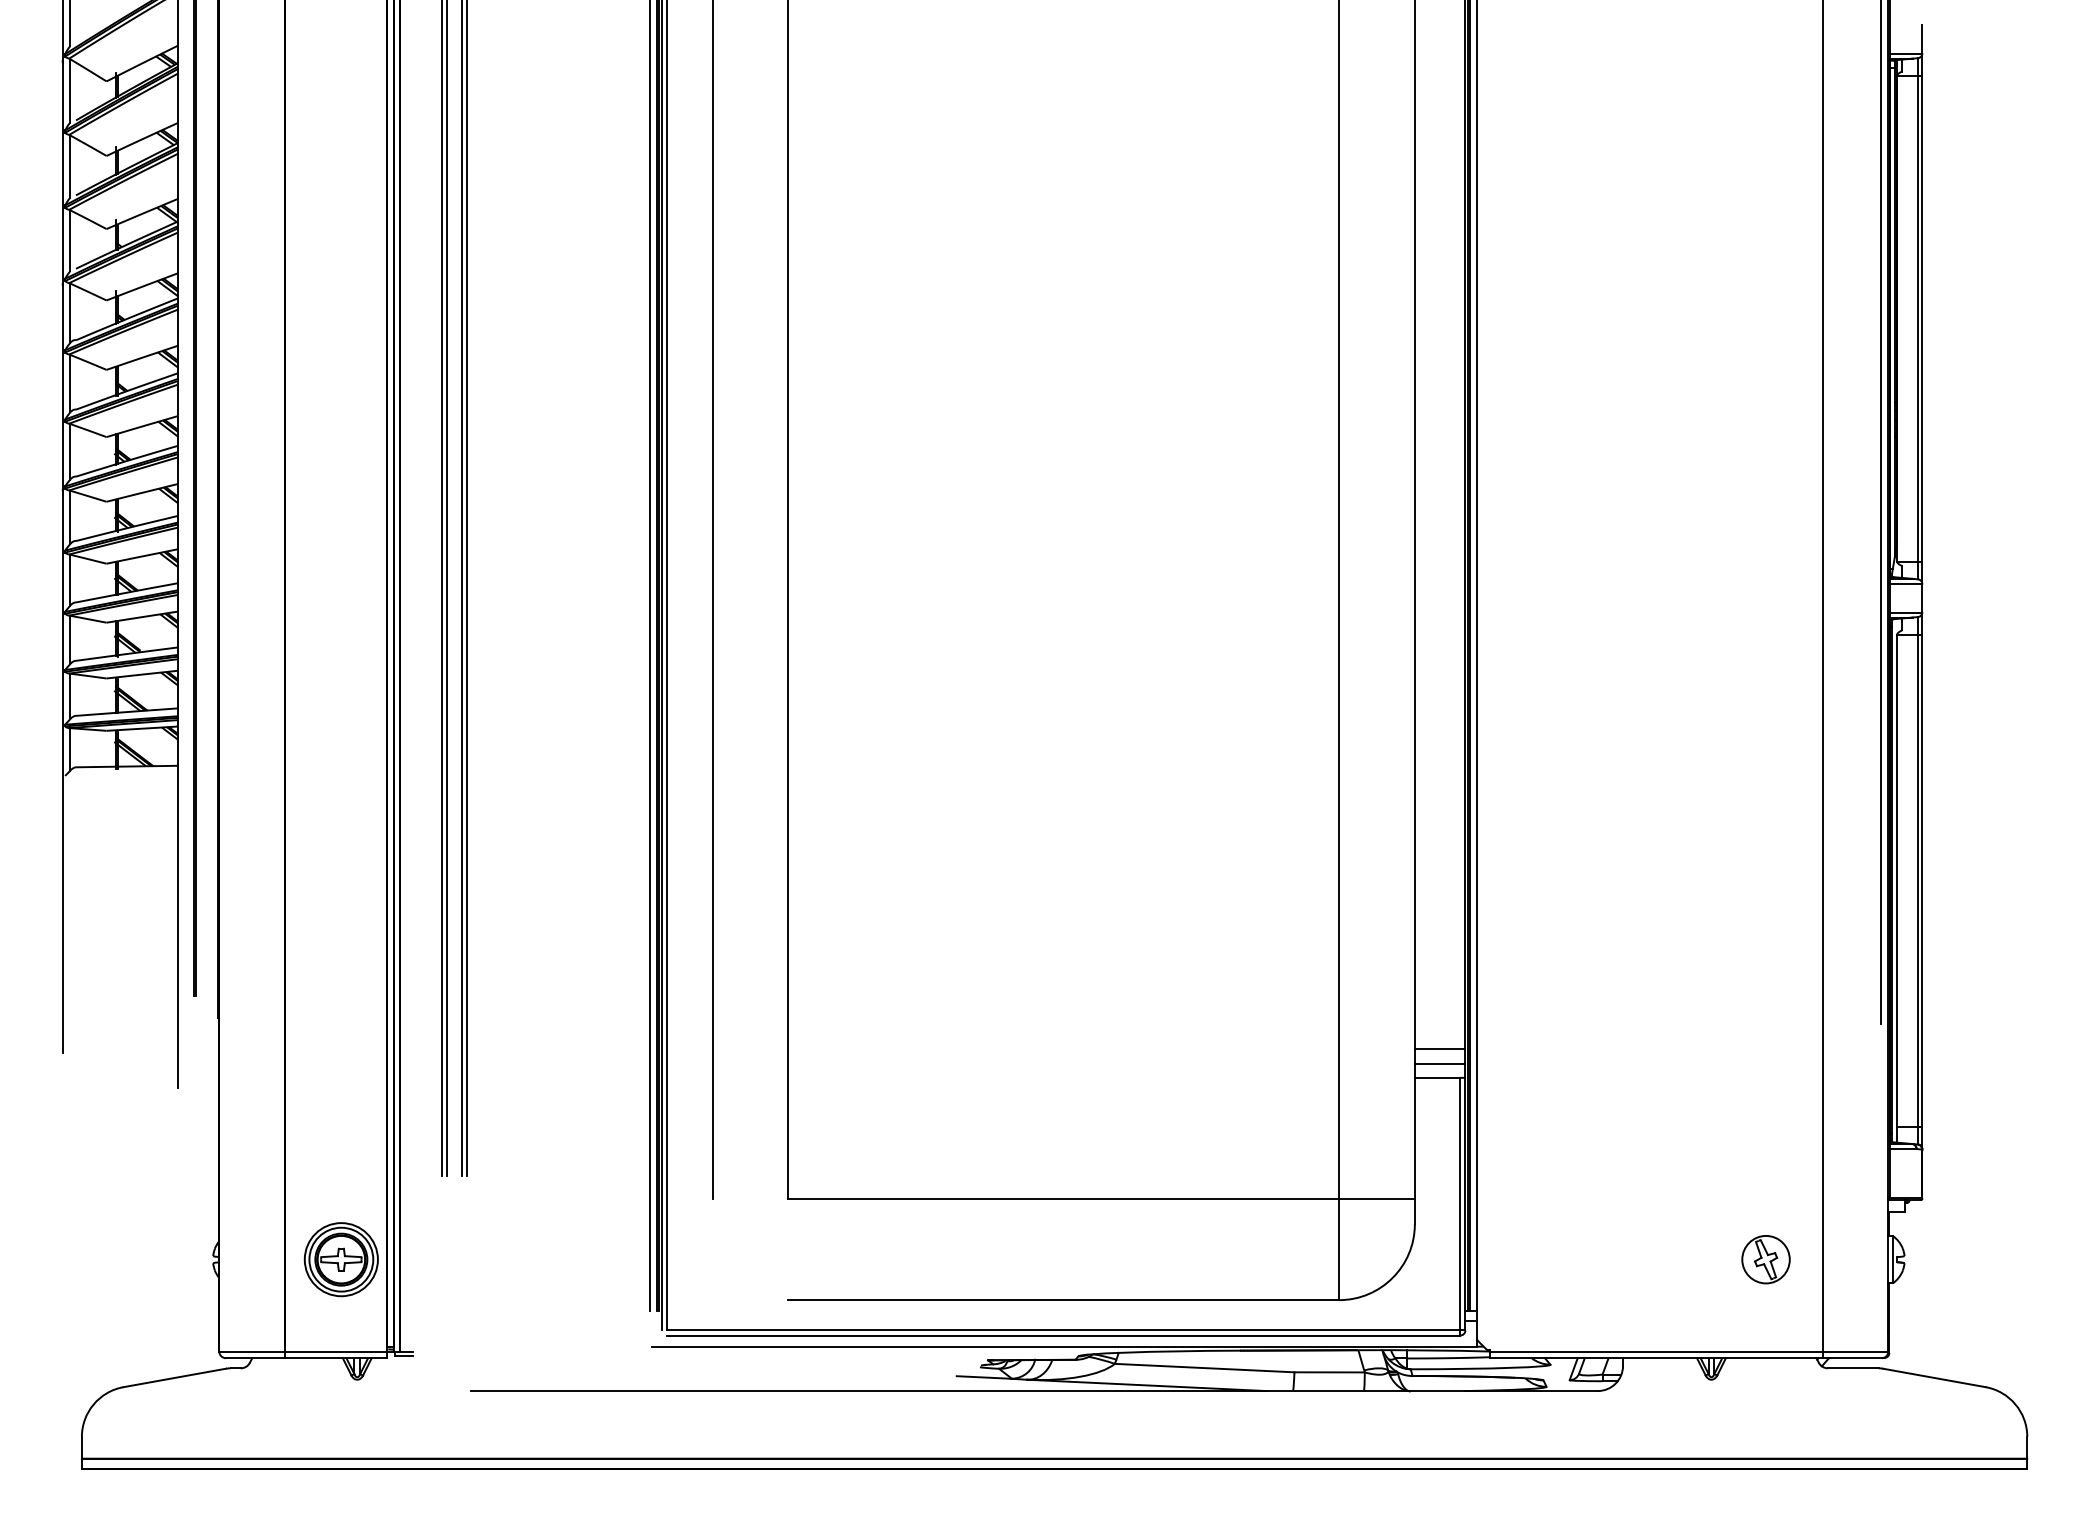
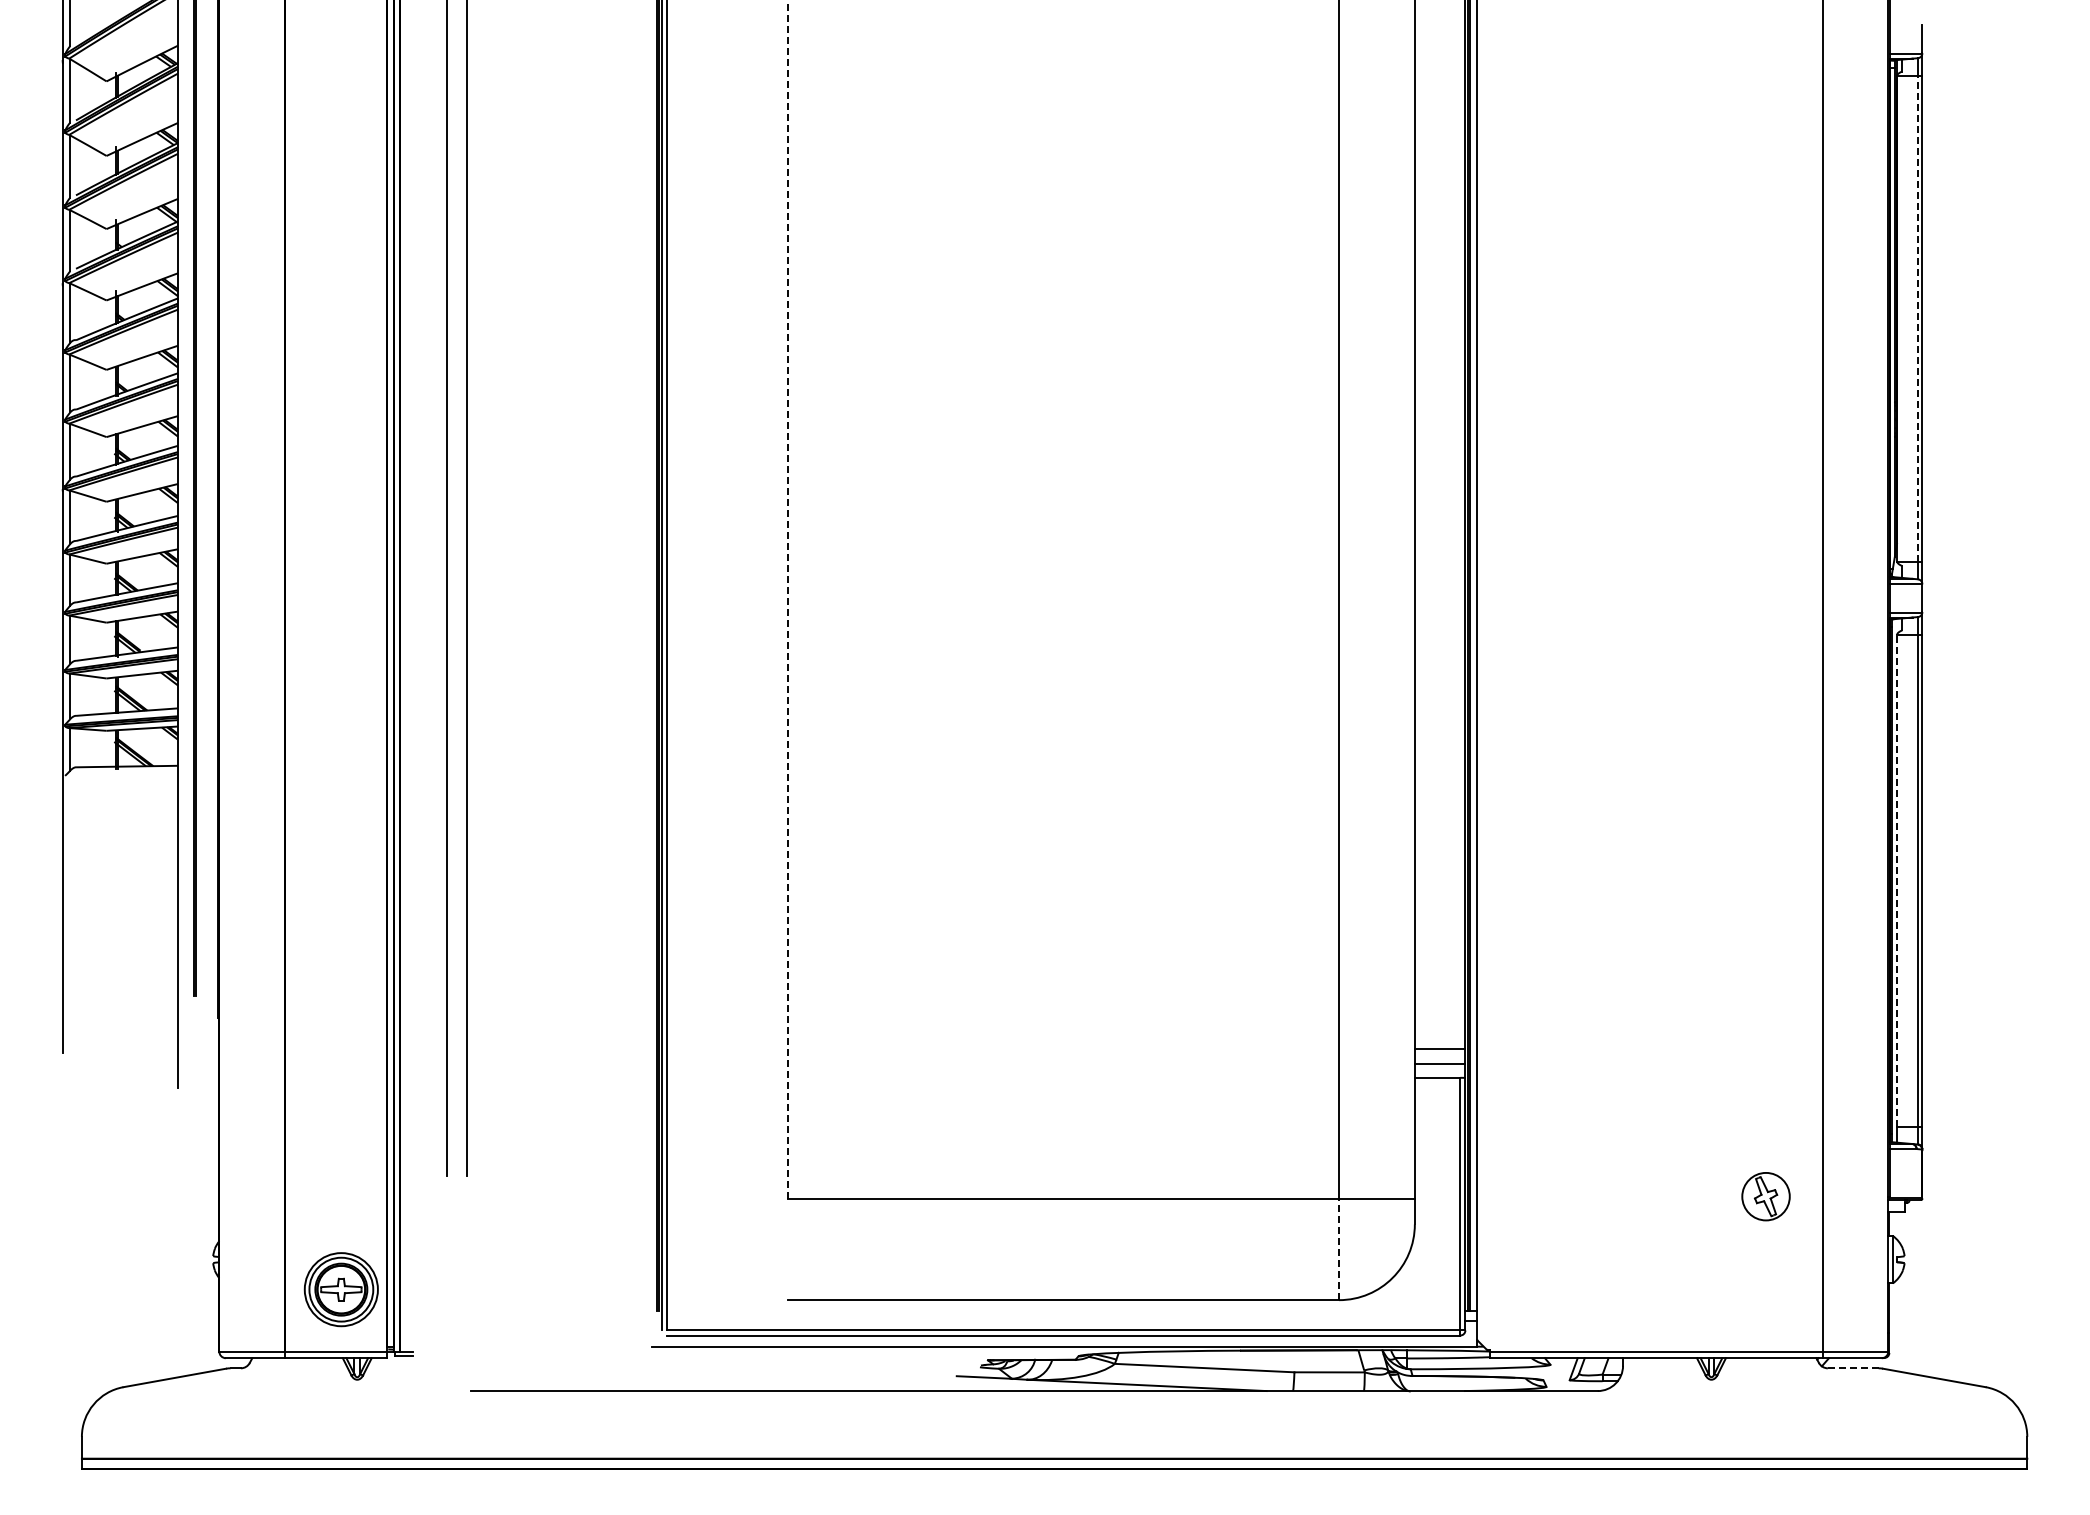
line at (1917, 318): solid -> dashed
line at (1881, 512): present -> none
line at (441, 589): present -> none
line at (461, 589): present -> none
line at (712, 600): present -> none
line at (788, 600): solid -> dashed
line at (650, 656): present -> none
line at (1897, 880): solid -> dashed
line at (1339, 1249): solid -> dashed
part at (340, 1259) position: (340, 1259) -> (340, 1289)
part at (1765, 1259) position: (1765, 1259) -> (1765, 1196)
line at (1853, 1368): solid -> dashed
